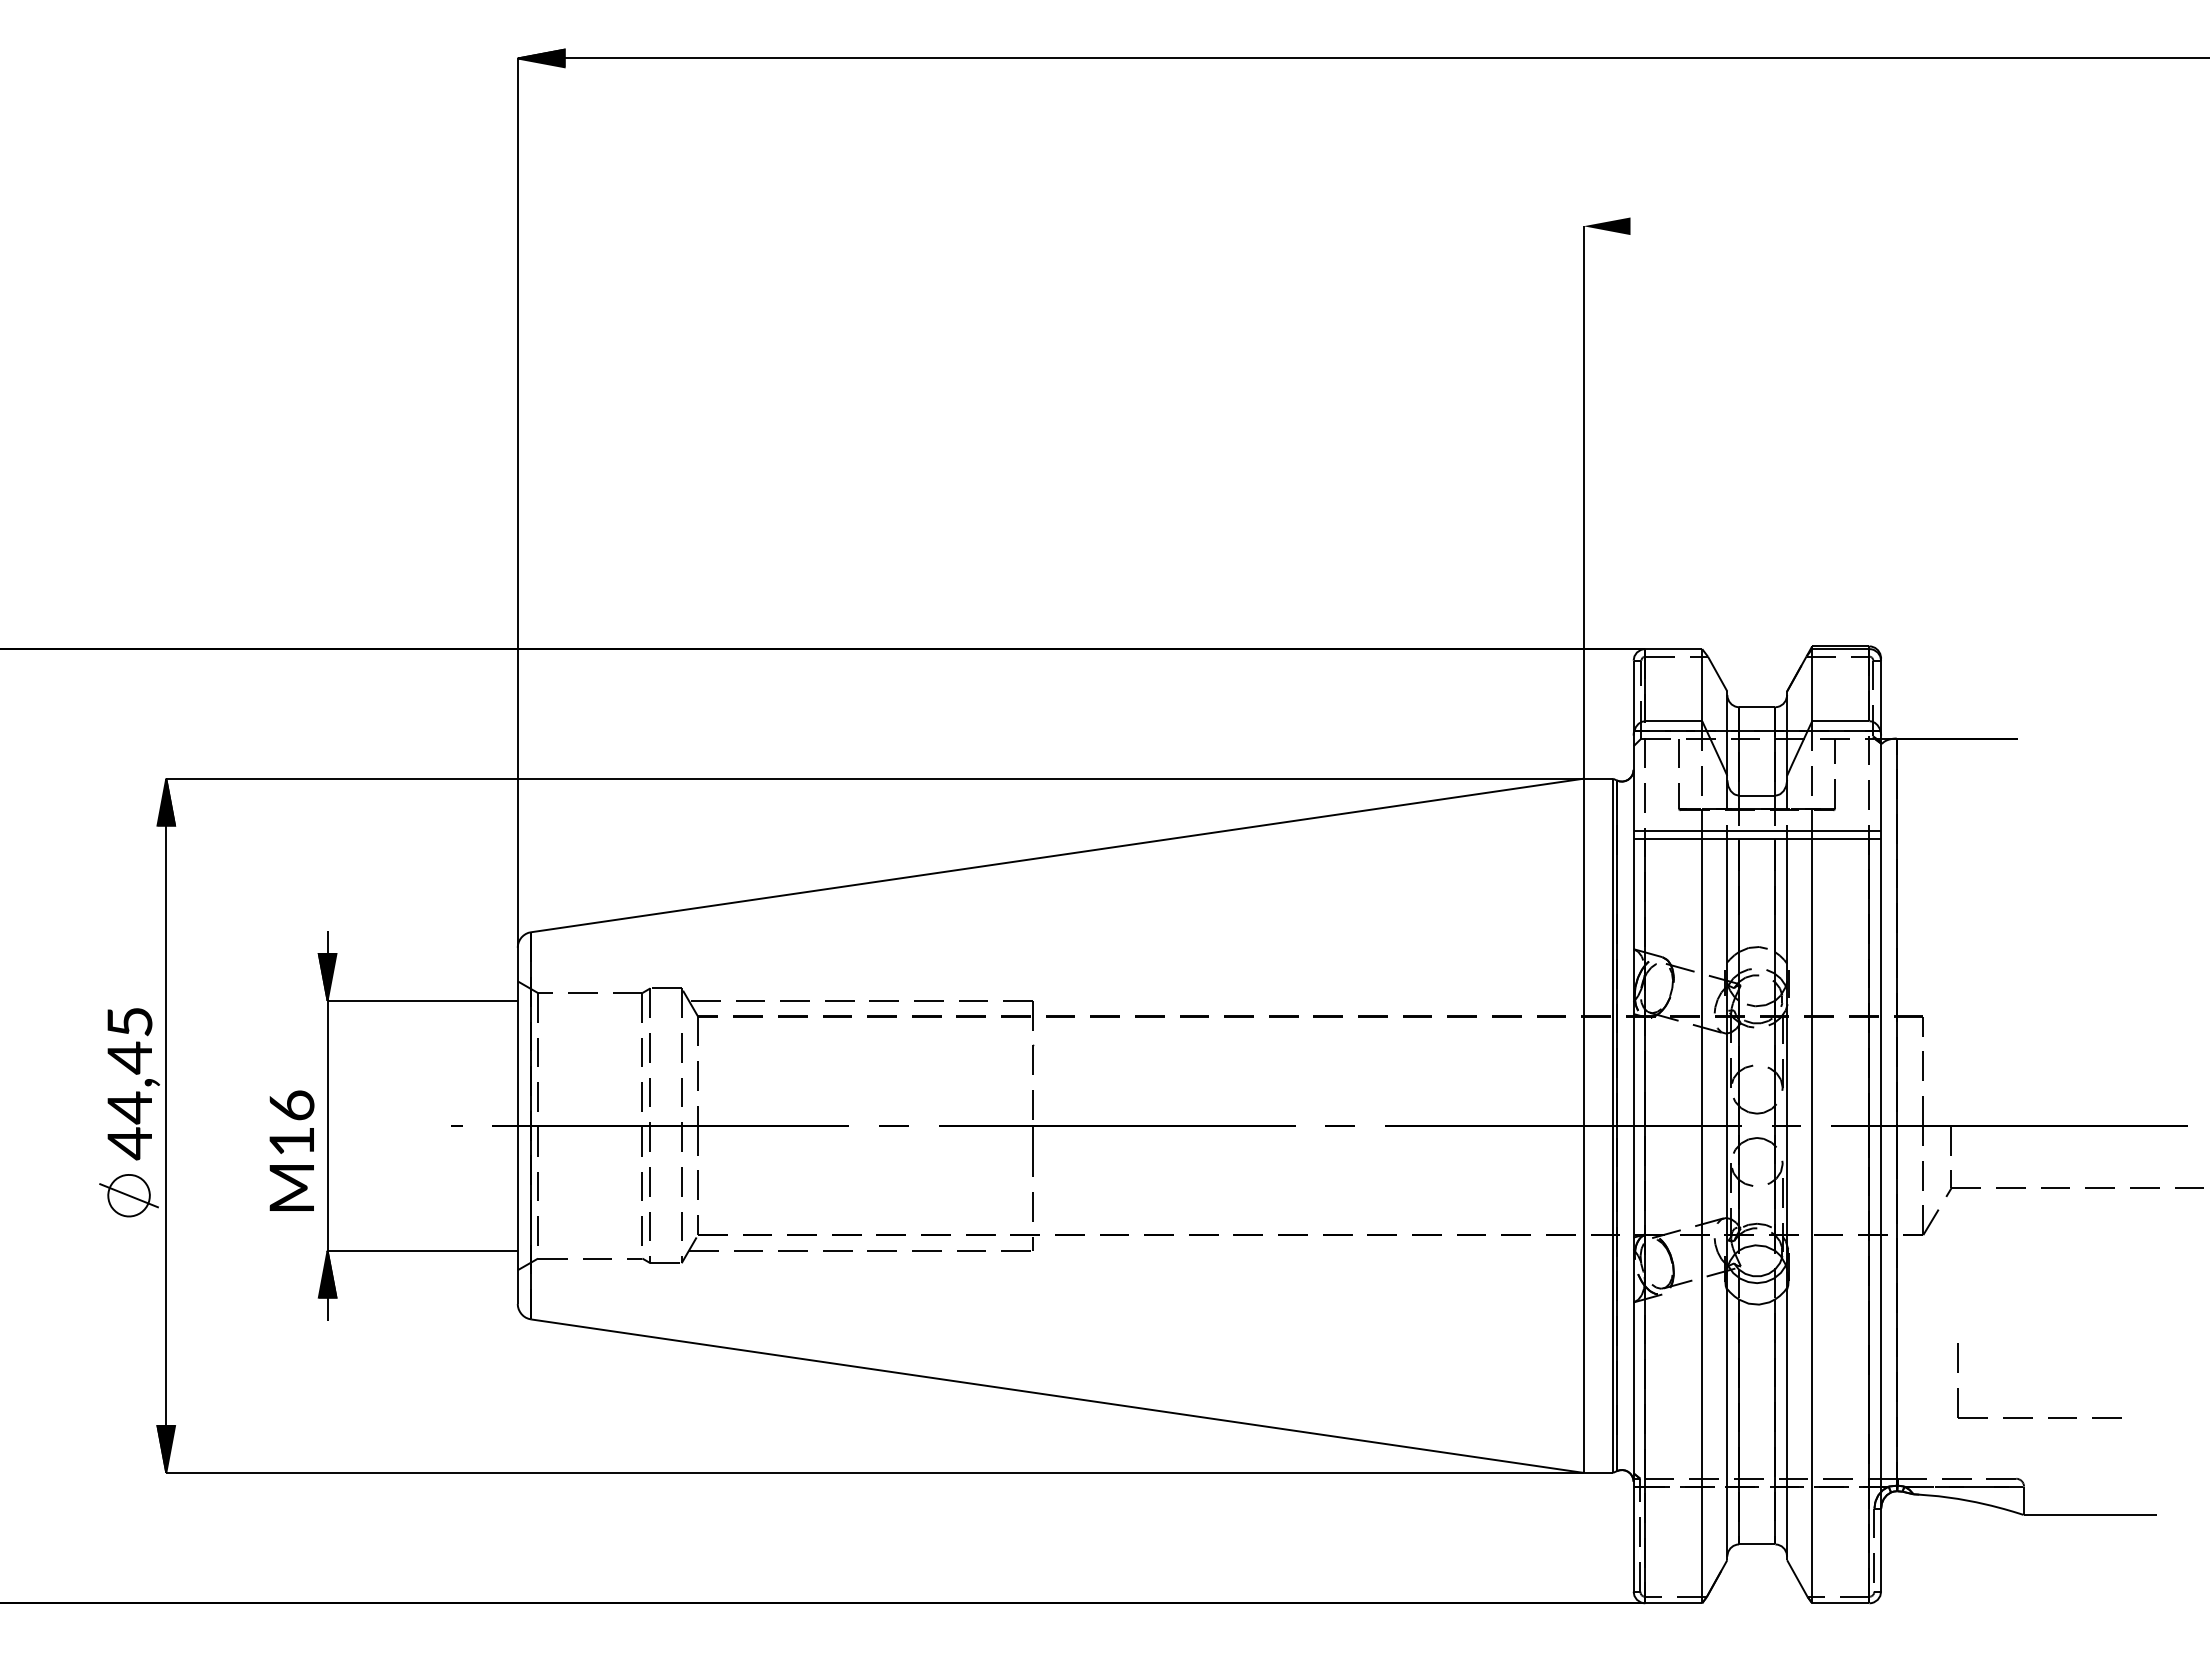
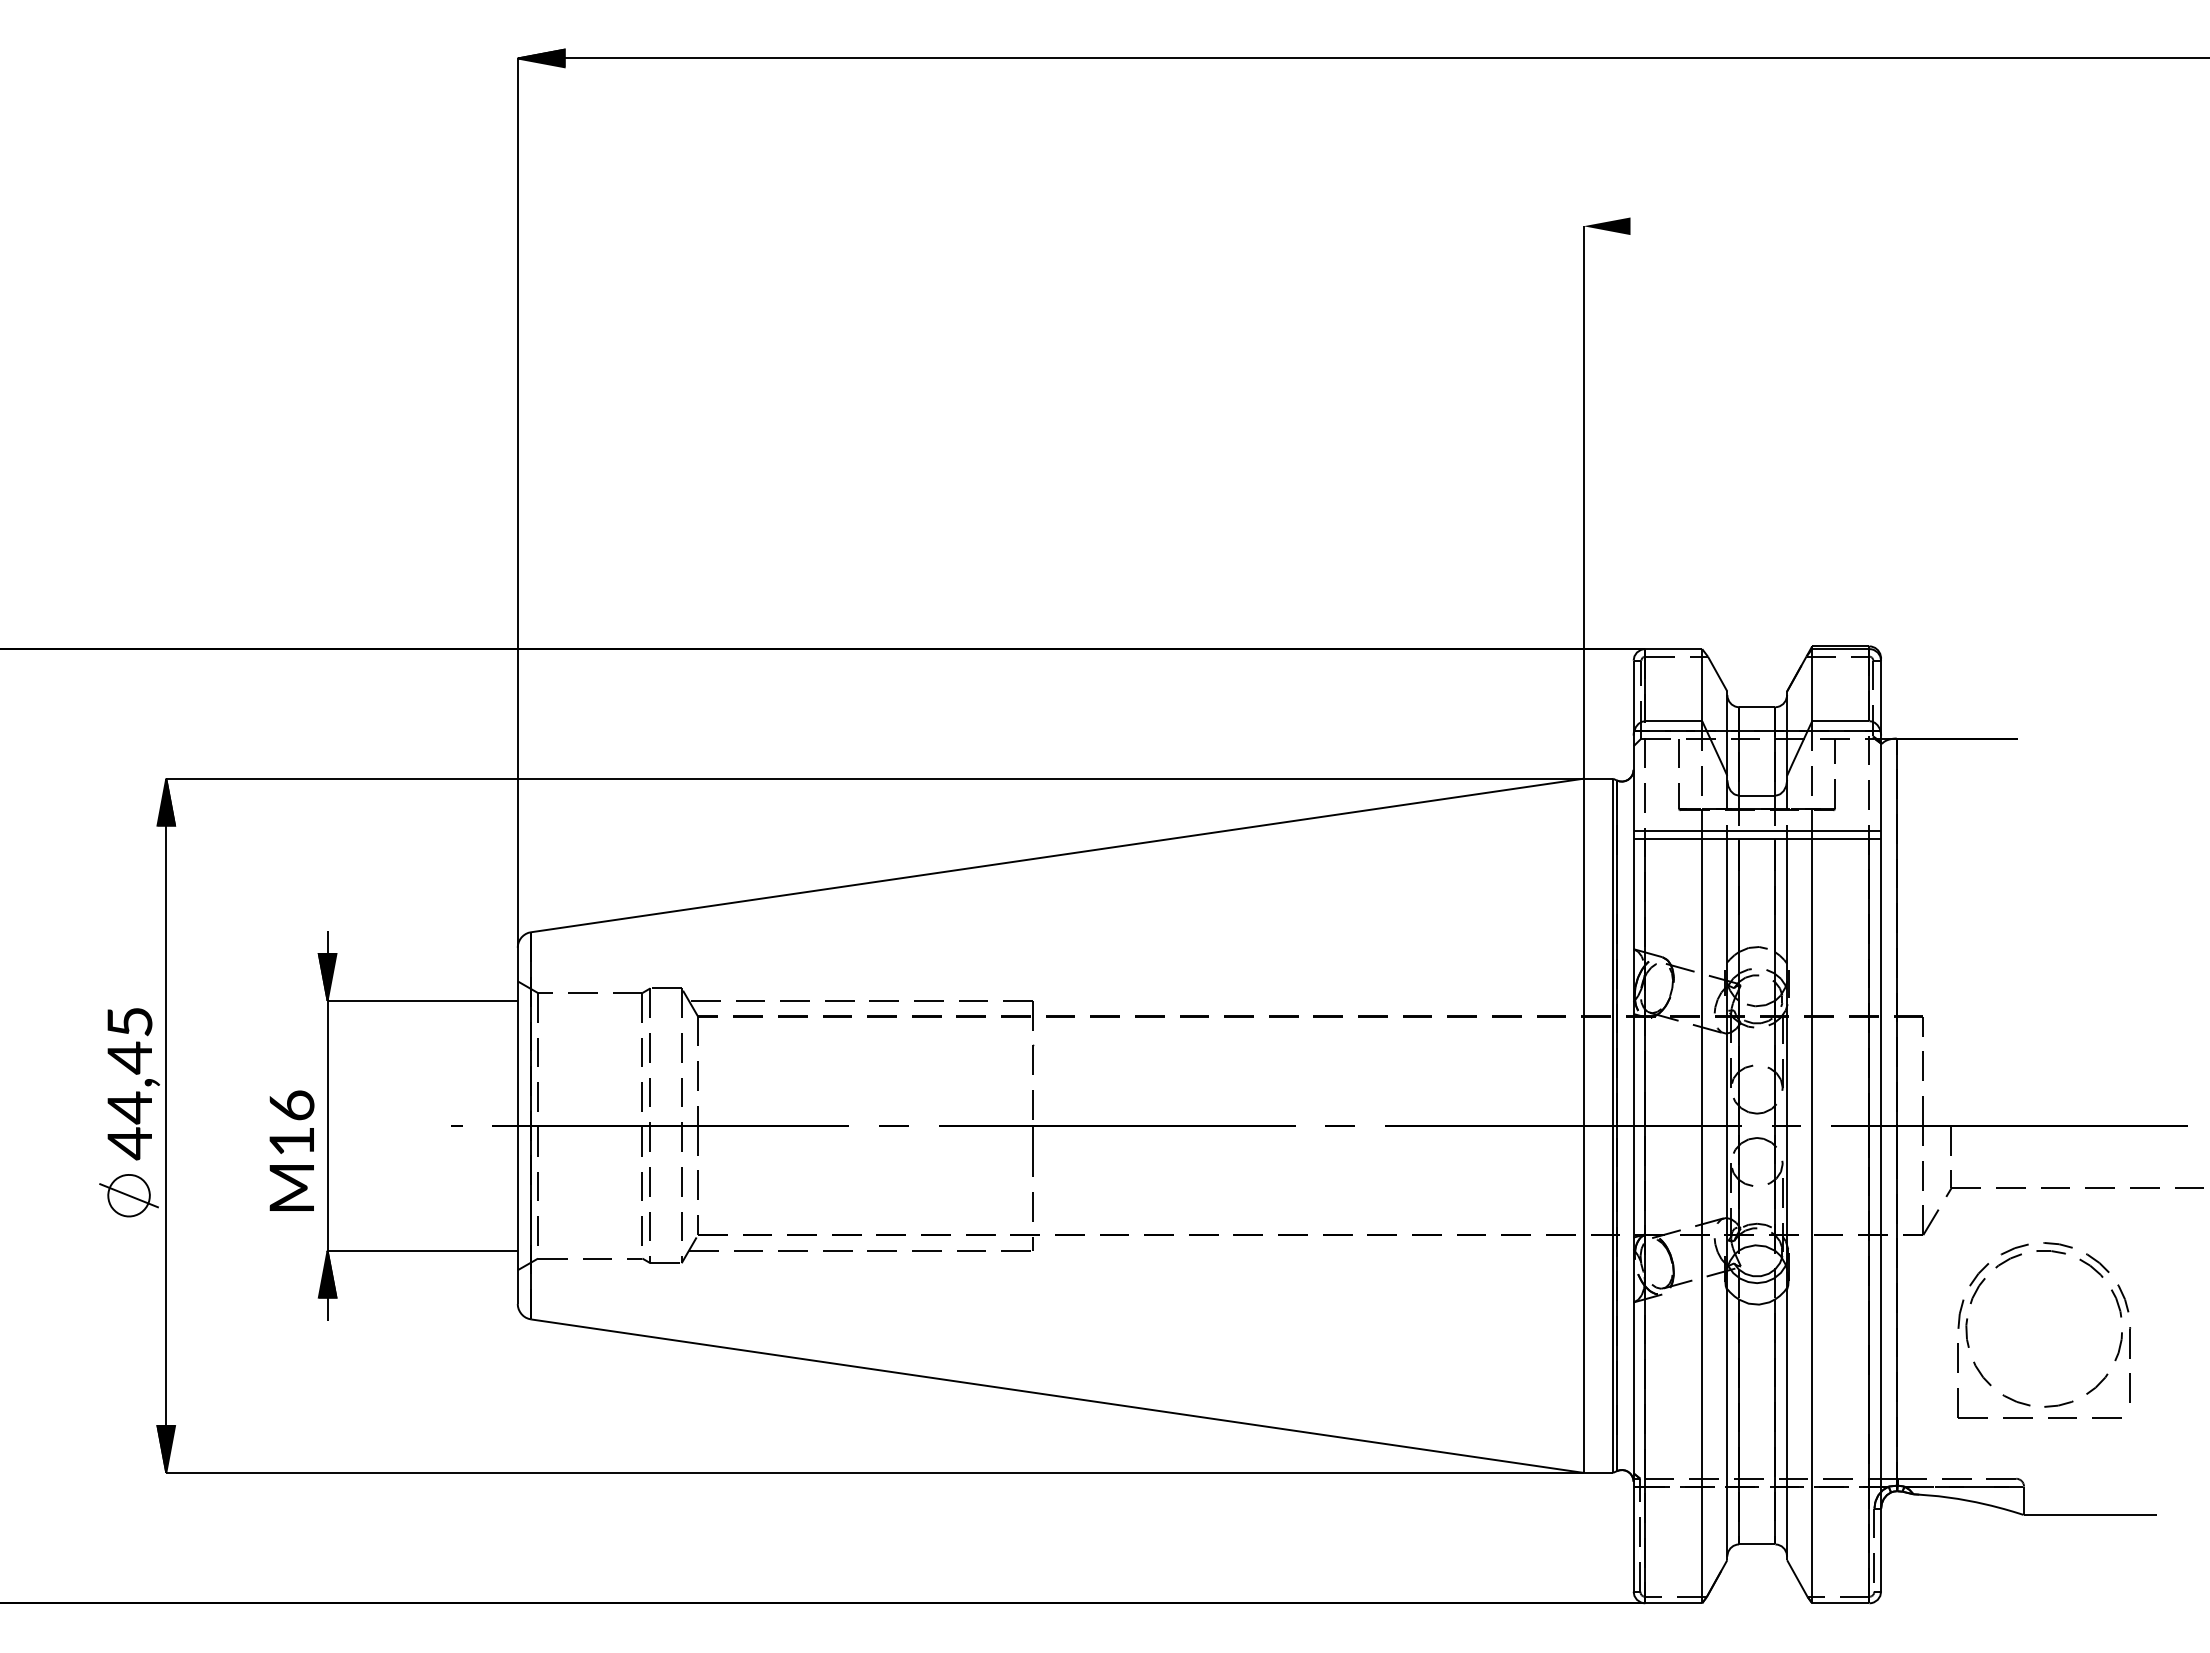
part at (2057, 1253): none -> present
